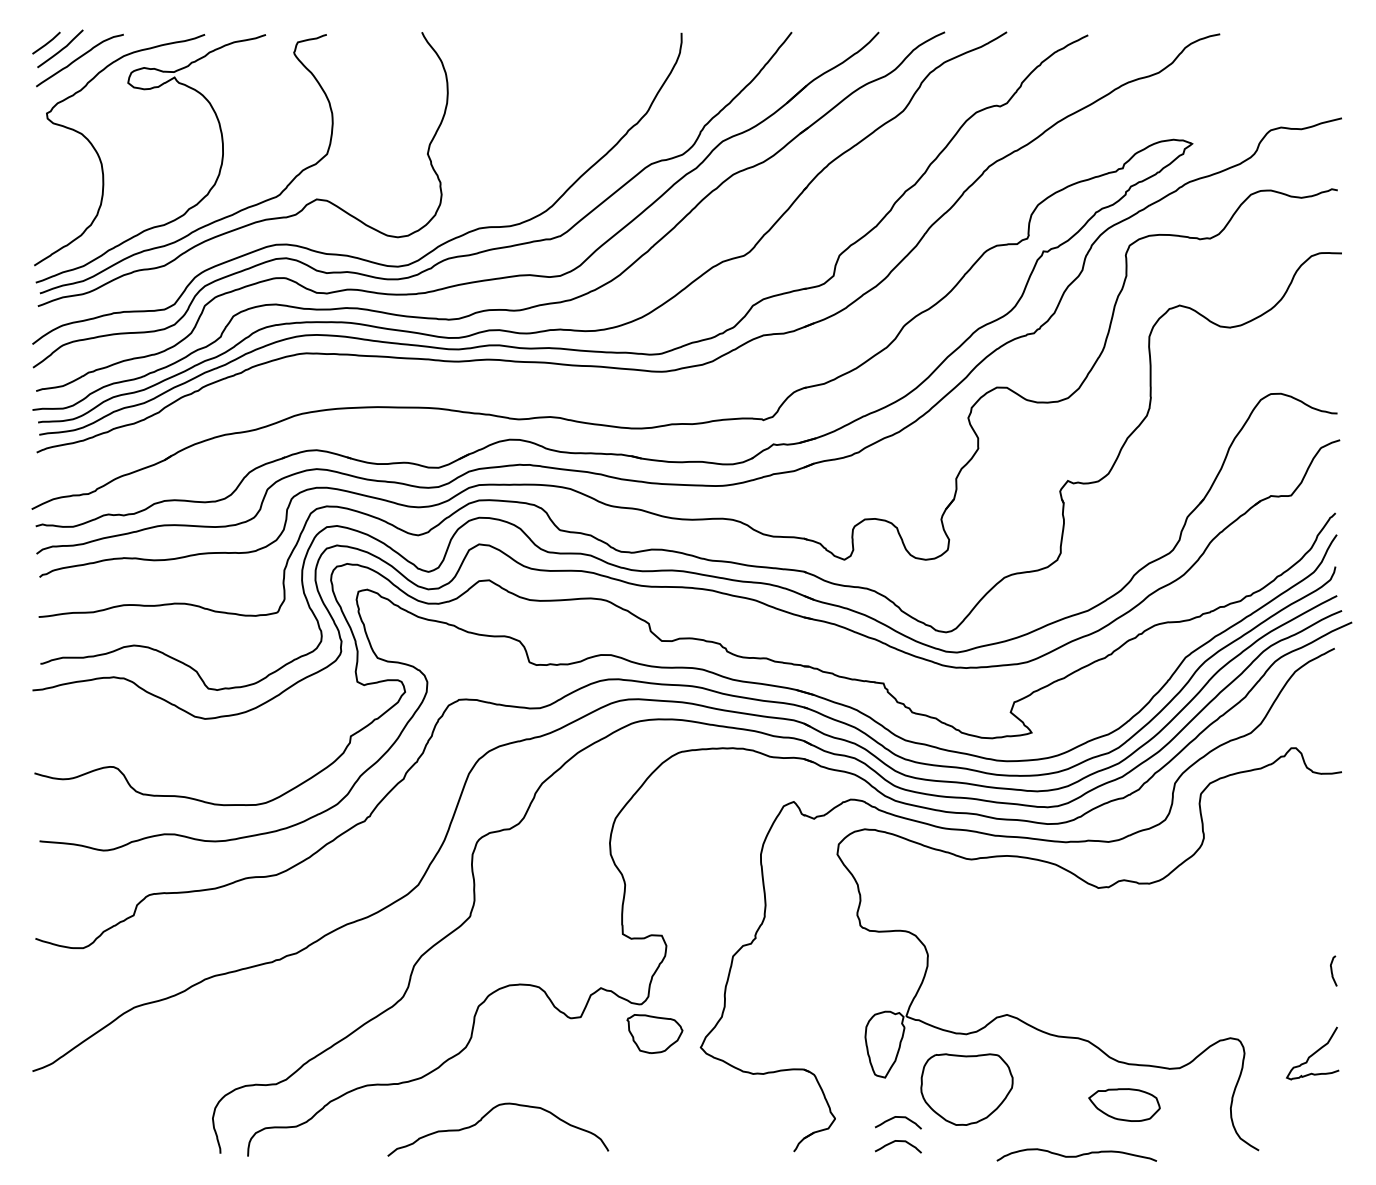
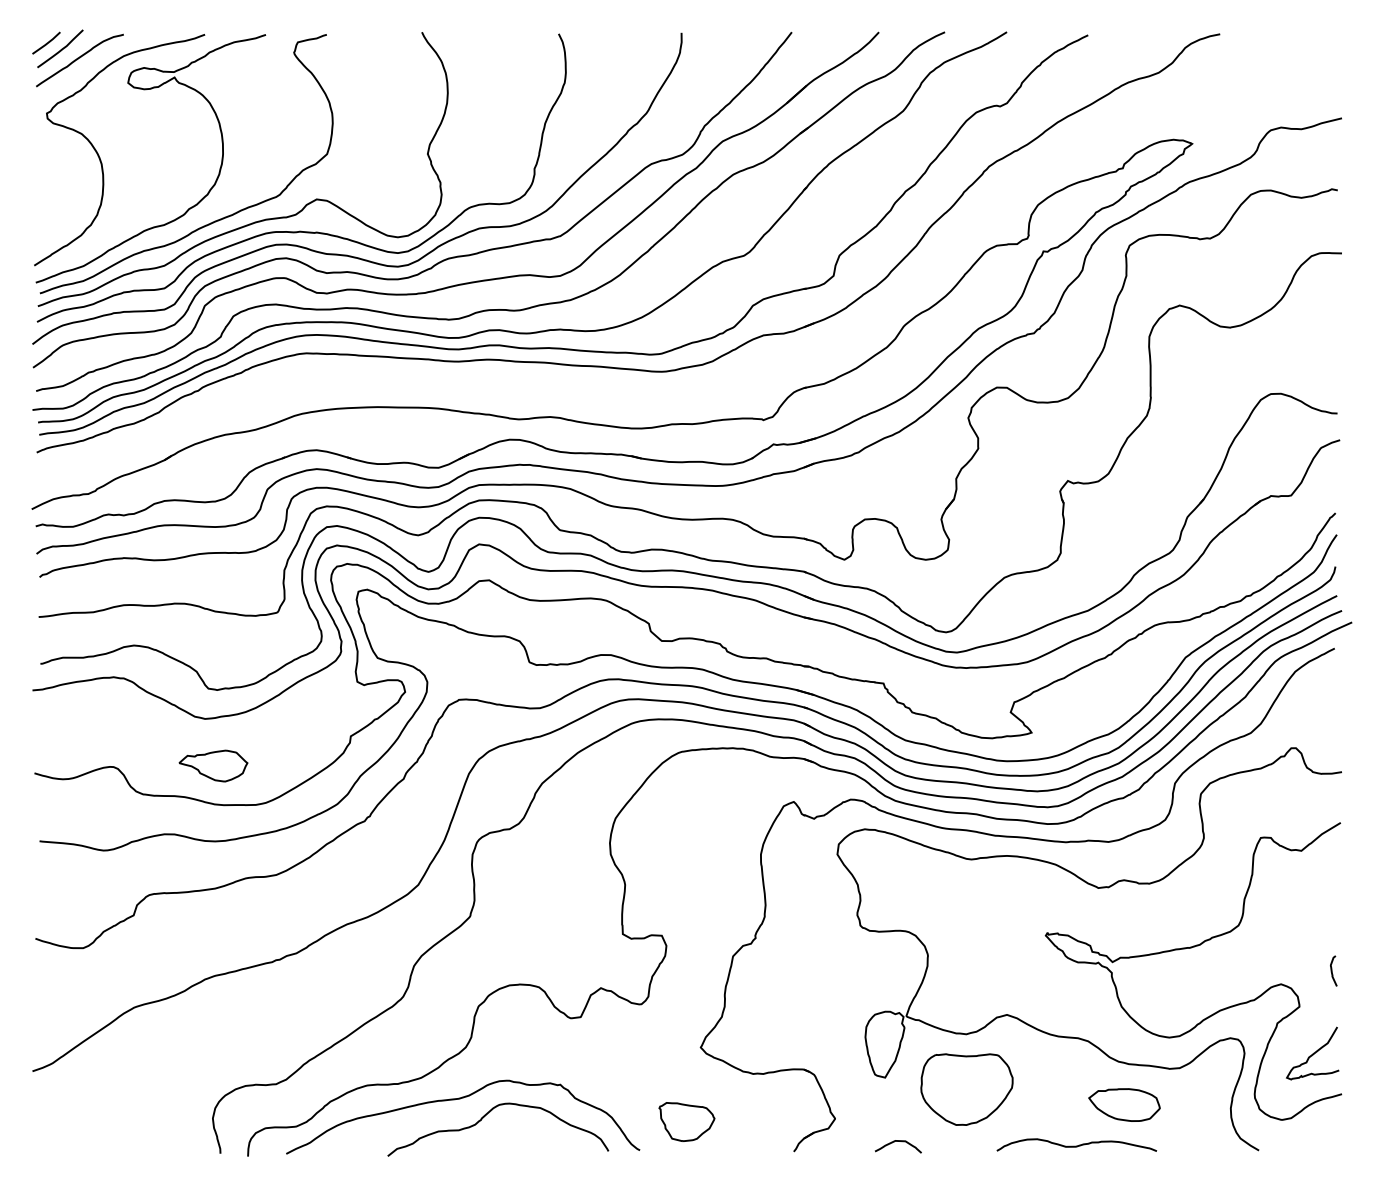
curve at (301, 230): none -> present
part at (213, 765): none -> present
curve at (1191, 948): none -> present
part at (654, 1033) position: (654, 1033) -> (686, 1121)
curve at (460, 1099): none -> present
curve at (897, 1117): present -> none
curve at (1076, 1155) position: (1076, 1155) -> (1076, 1145)
